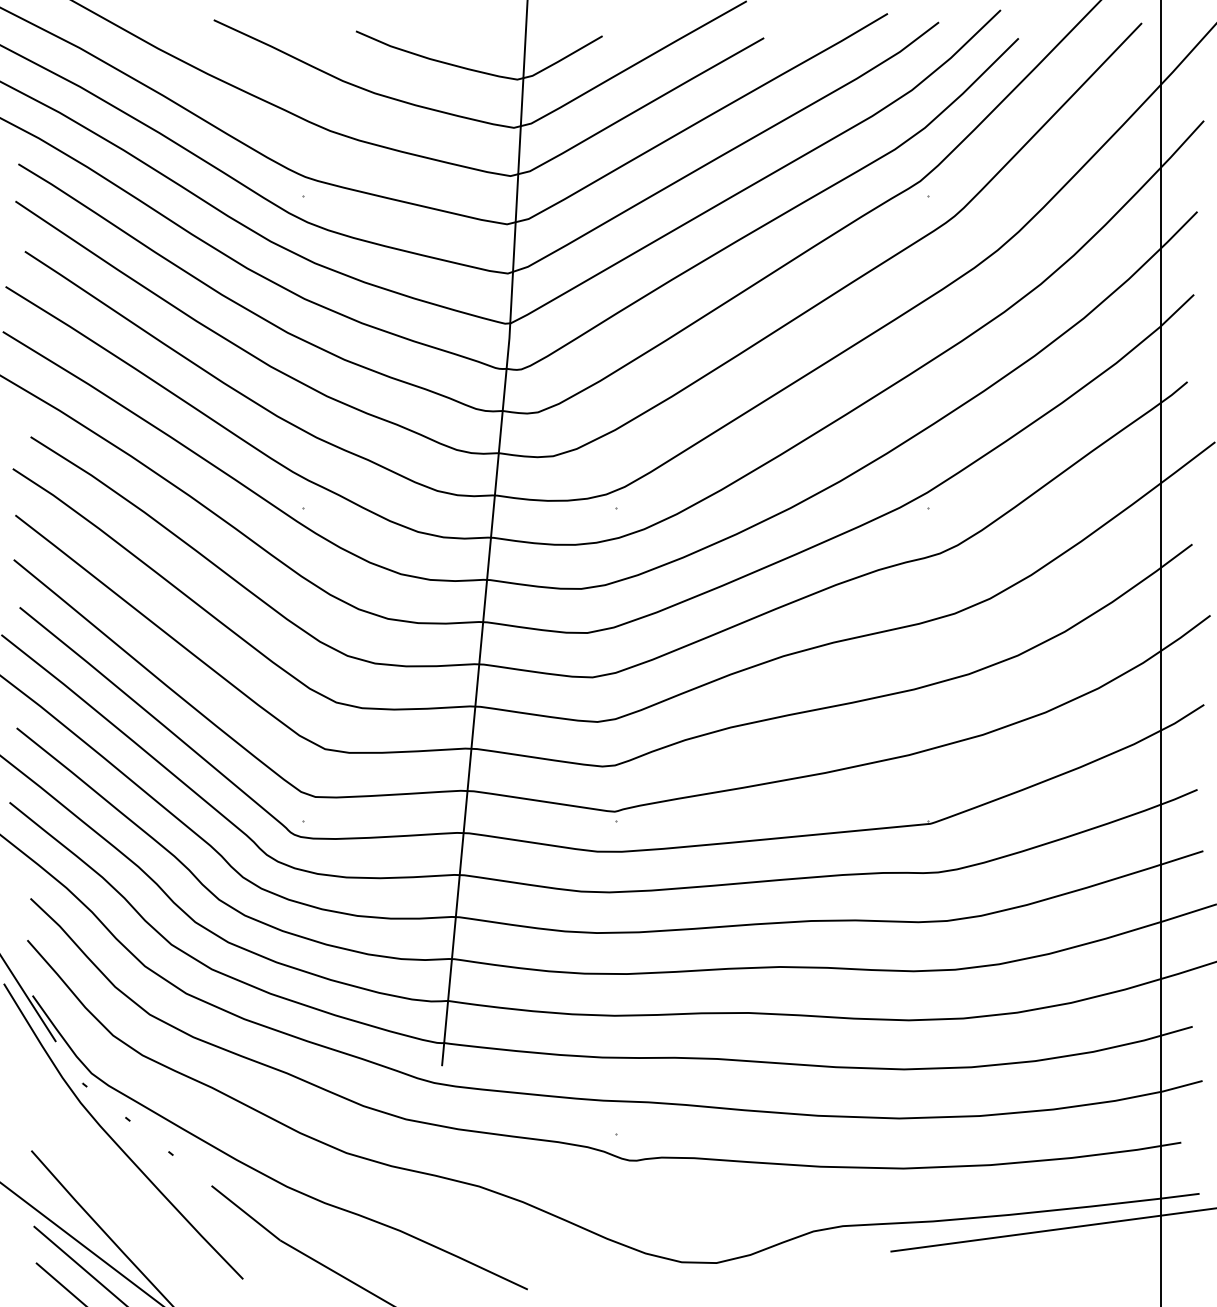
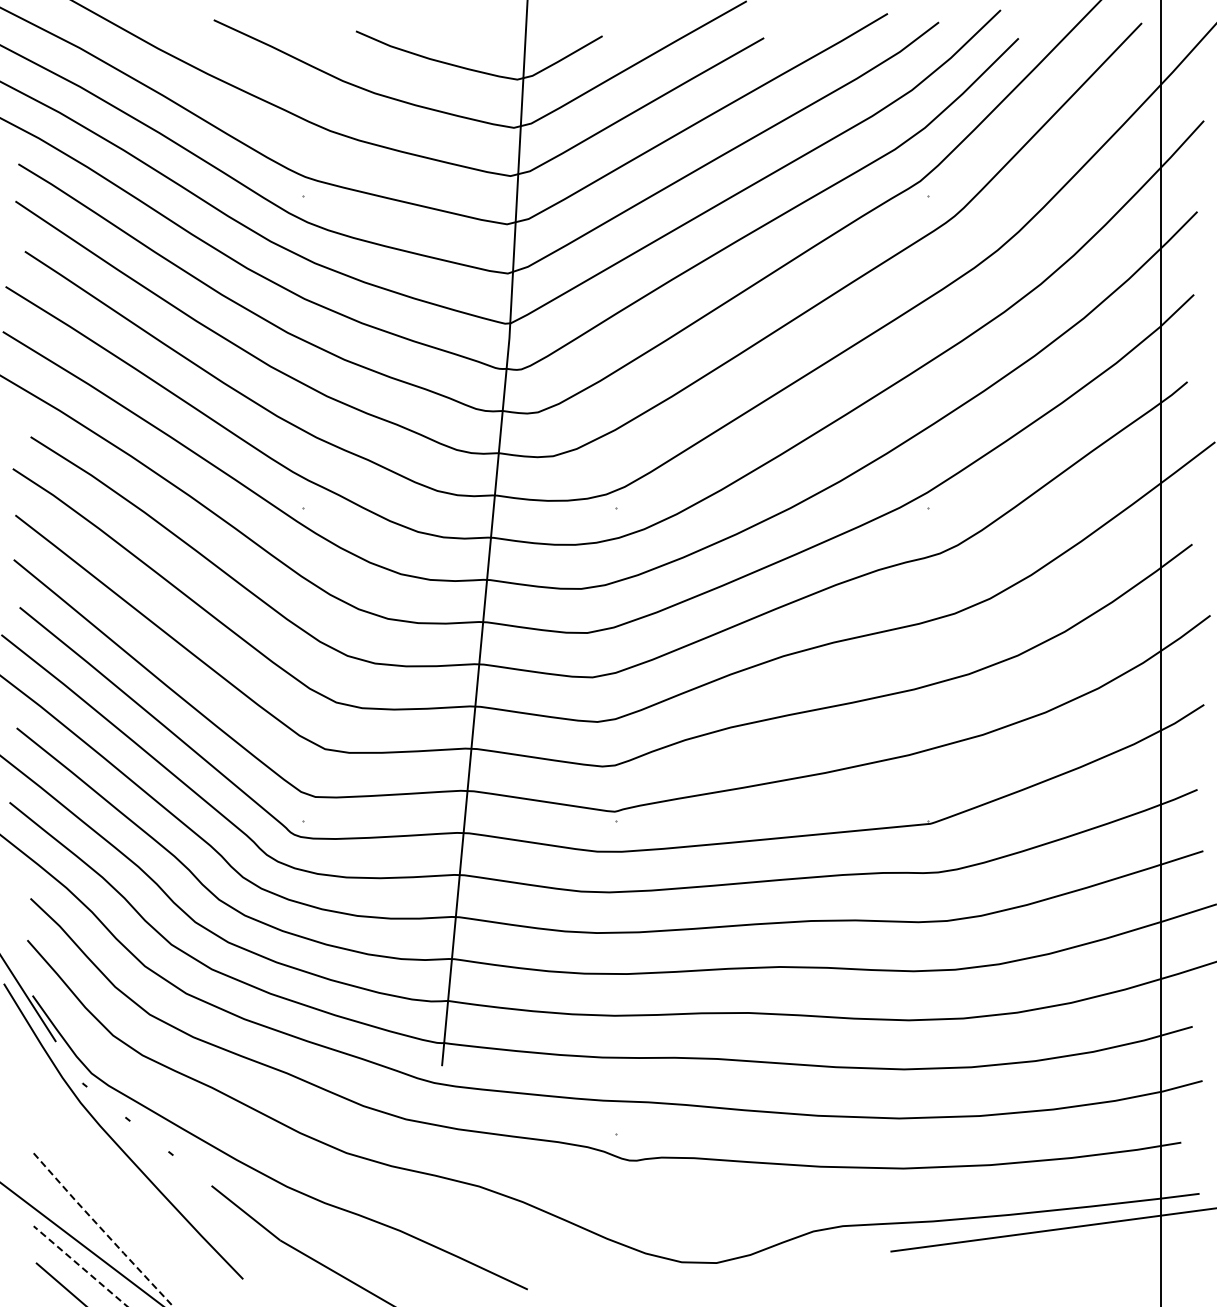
line at (101, 1228): solid -> dashed
line at (80, 1266): solid -> dashed
